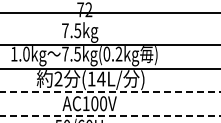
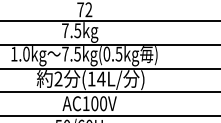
line at (109, 12) position: (109, 12) -> (109, 20)
text at (118, 53): 7.5kg(0.2kg -> 7.5kg(0.5kg
line at (110, 92): dashed -> solid
line at (110, 116): dashed -> solid
